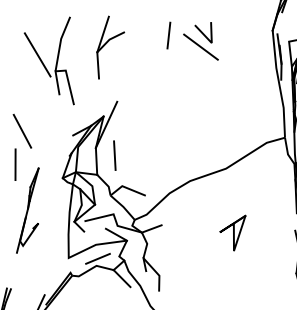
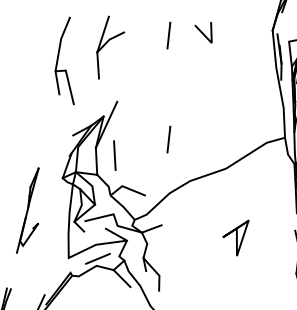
line at (200, 46): present -> none
line at (37, 54): present -> none
line at (22, 130): present -> none
line at (168, 139): none -> present
line at (15, 164): present -> none
part at (232, 232) position: (232, 232) -> (235, 237)
